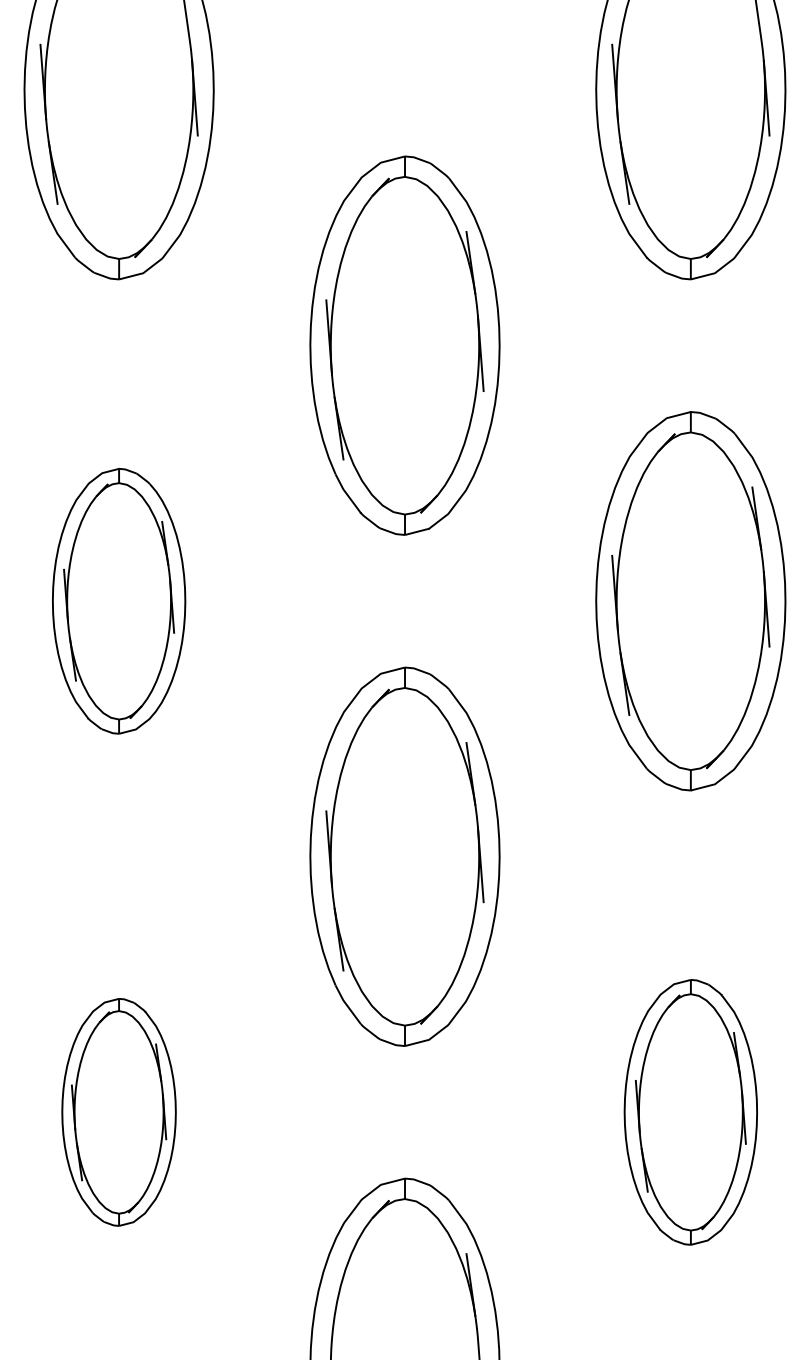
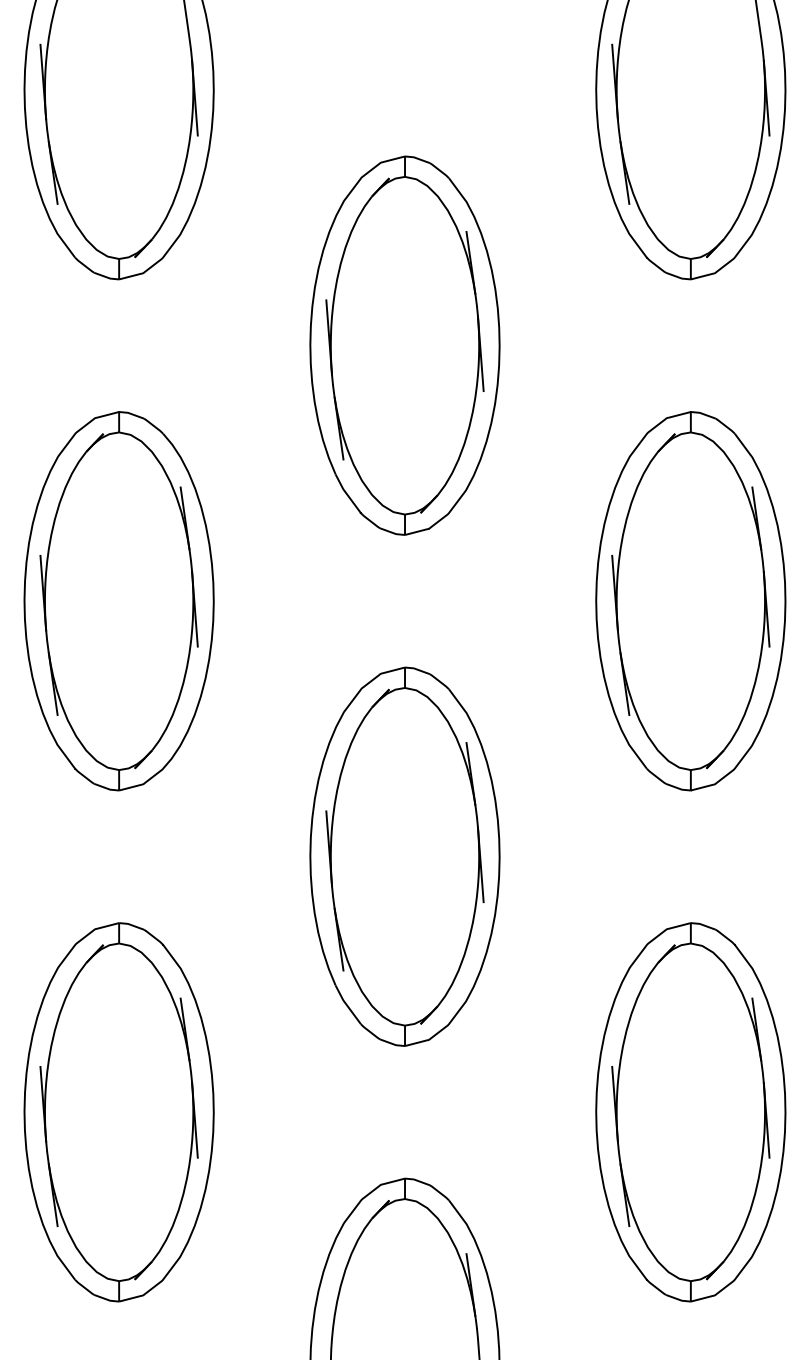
part at (119, 601) size: 135x267 px -> 192x381 px
part at (118, 1112) size: 116x229 px -> 192x381 px
part at (690, 1112) size: 135x267 px -> 192x381 px
